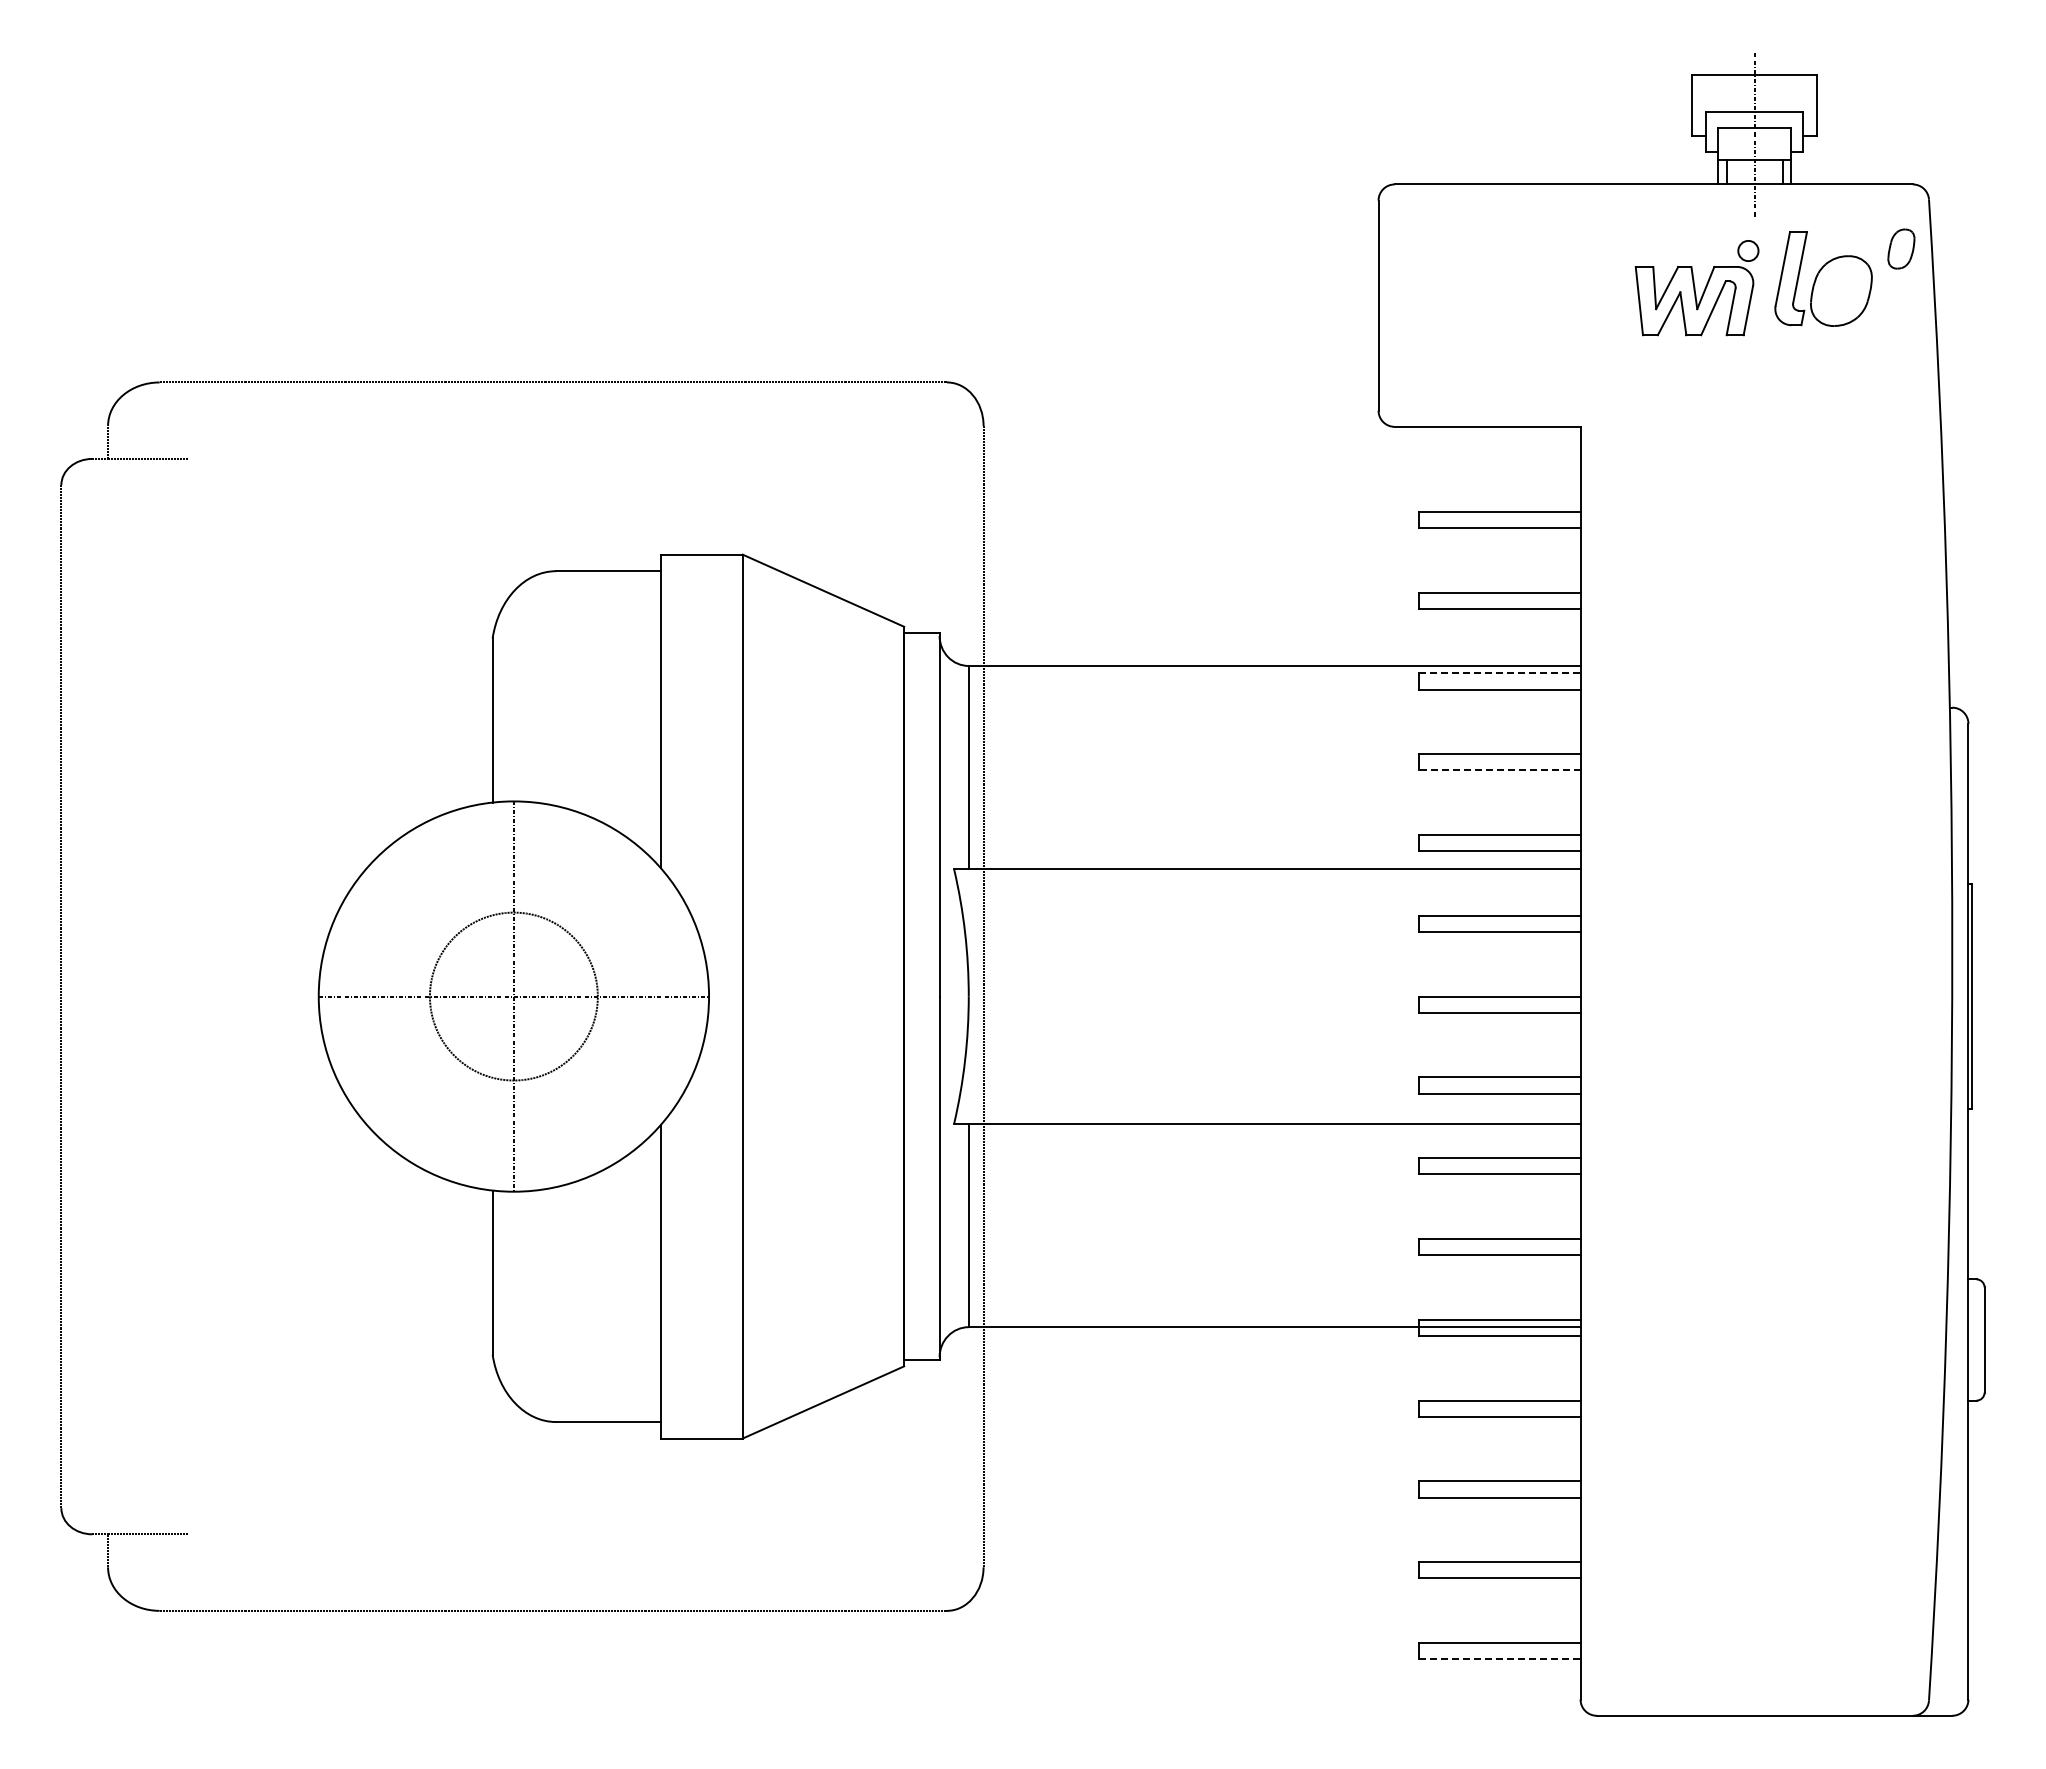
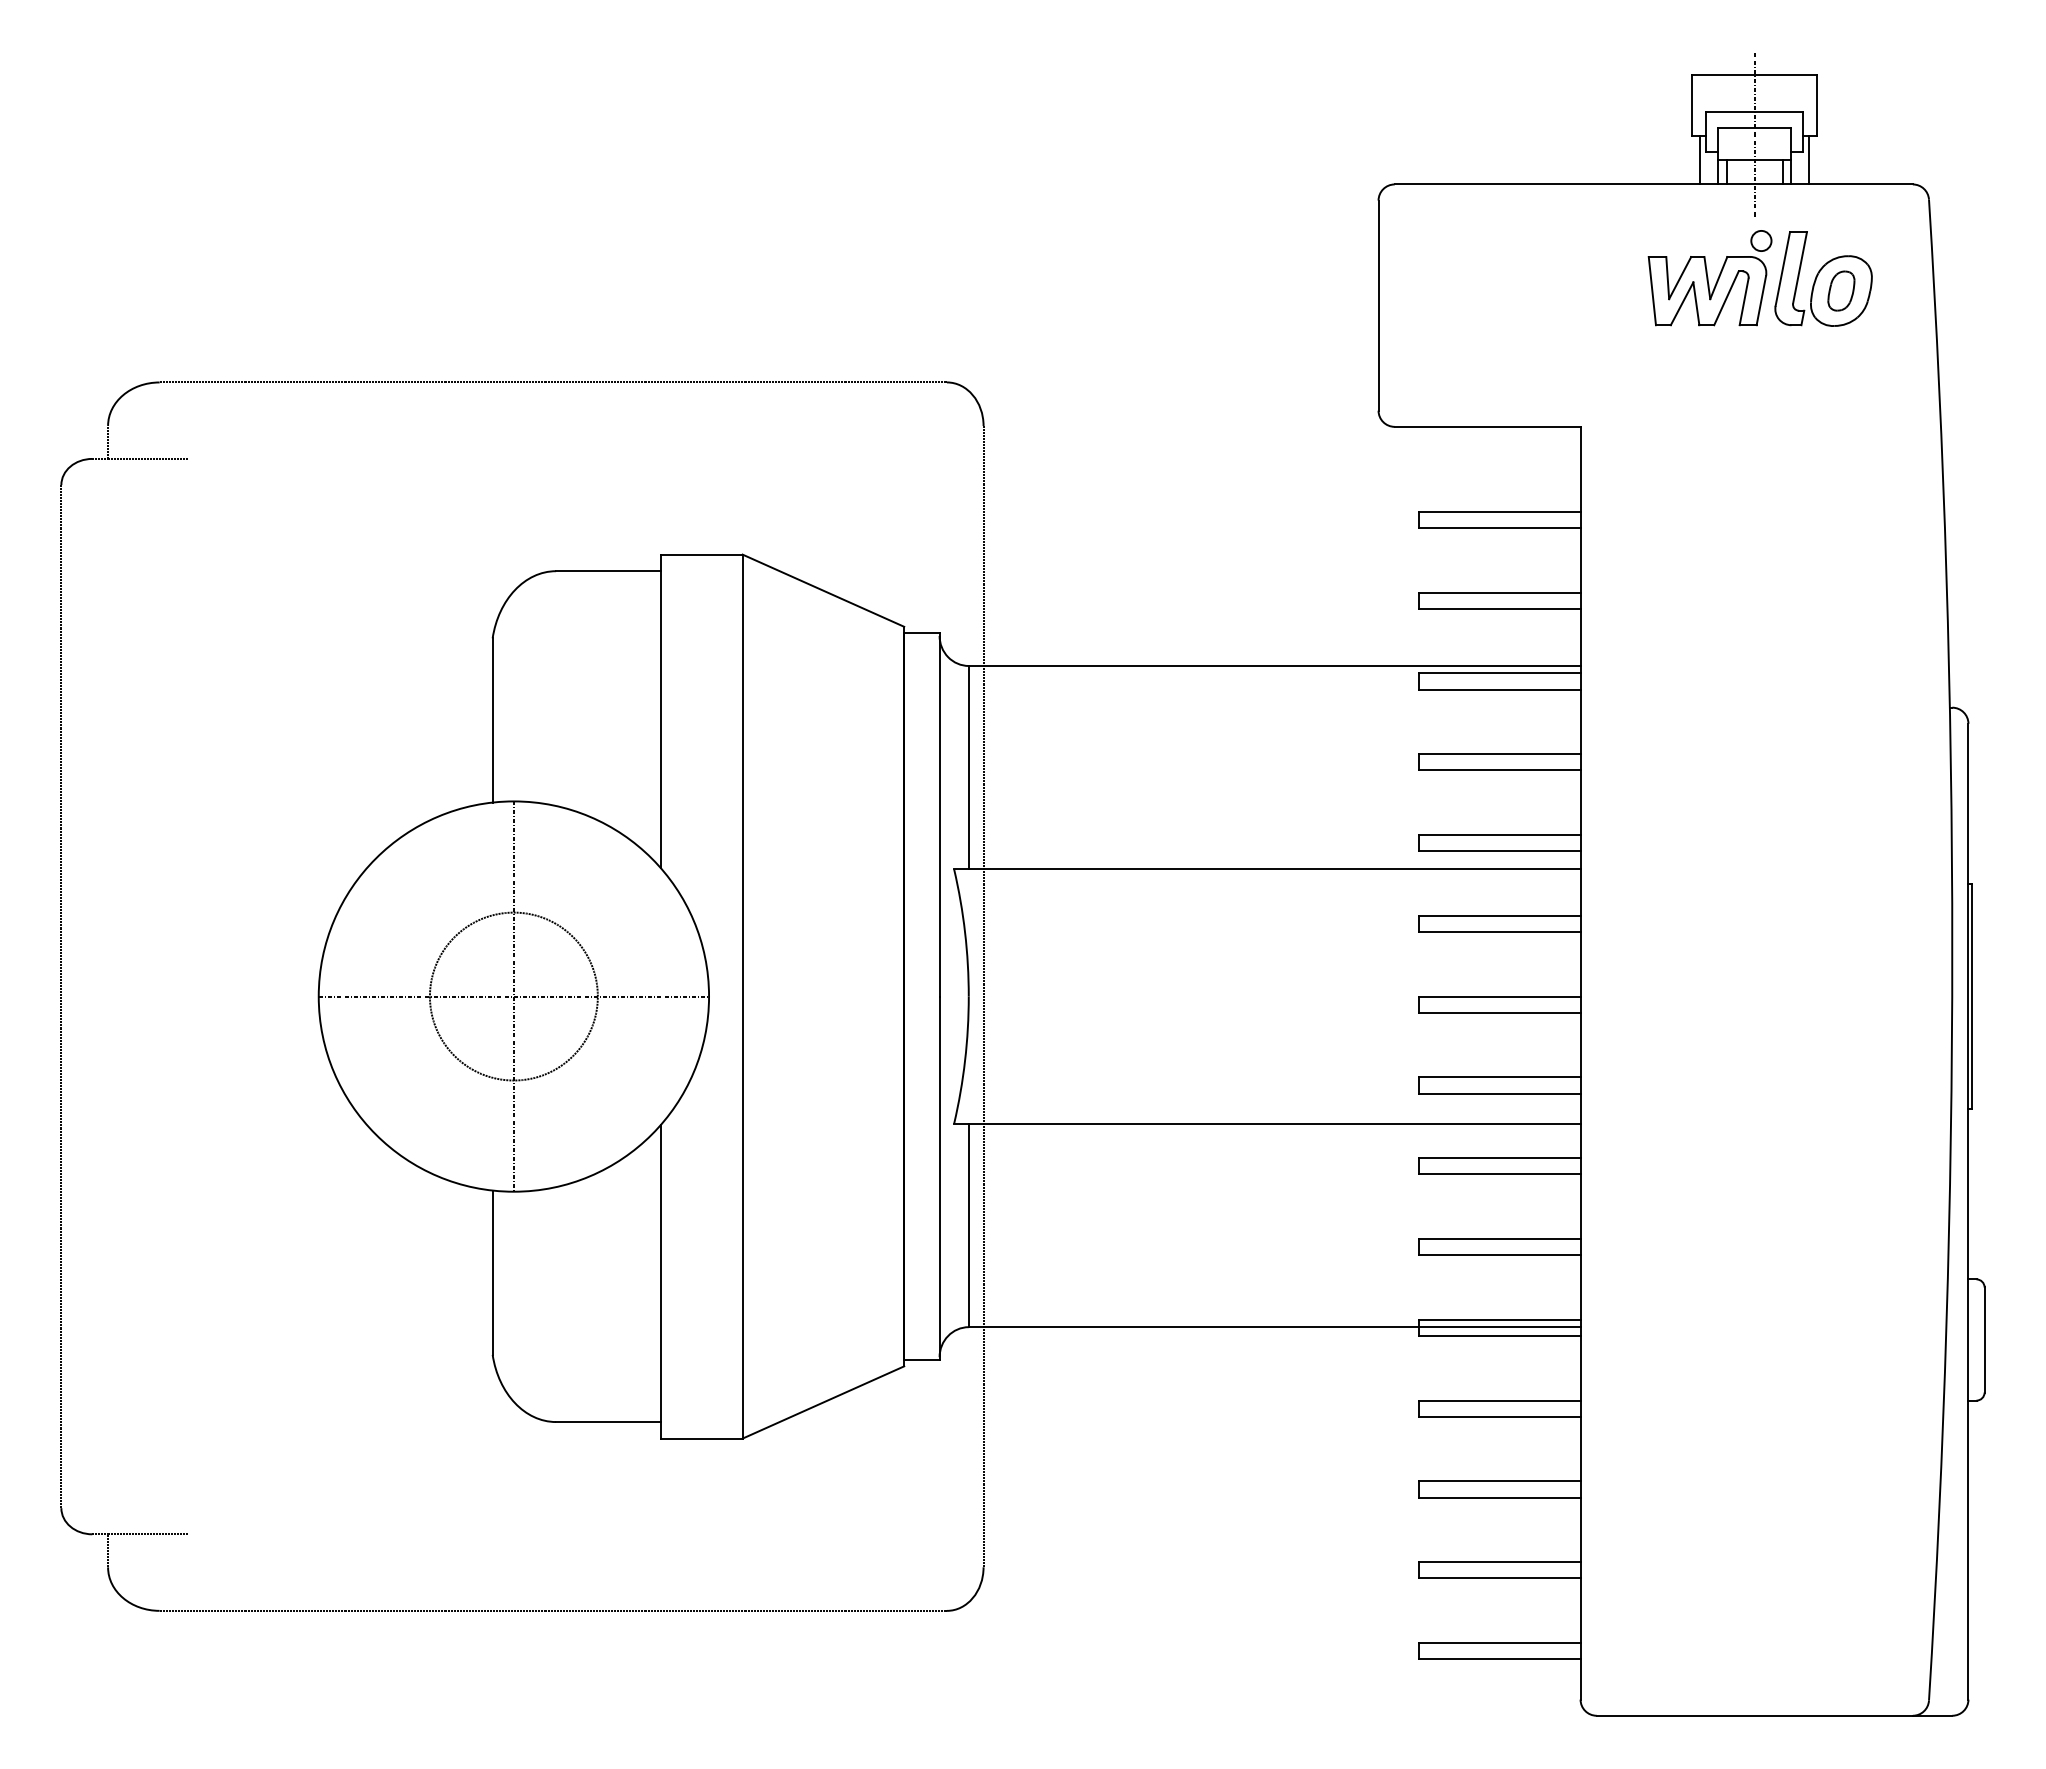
line at (1700, 159): none -> present
line at (1809, 159): none -> present
part at (1901, 248) position: (1901, 248) -> (1841, 290)
part at (1696, 288) position: (1696, 288) -> (1709, 278)
line at (1499, 673): dashed -> solid
line at (1499, 770): dashed -> solid
line at (1499, 1659): dashed -> solid
